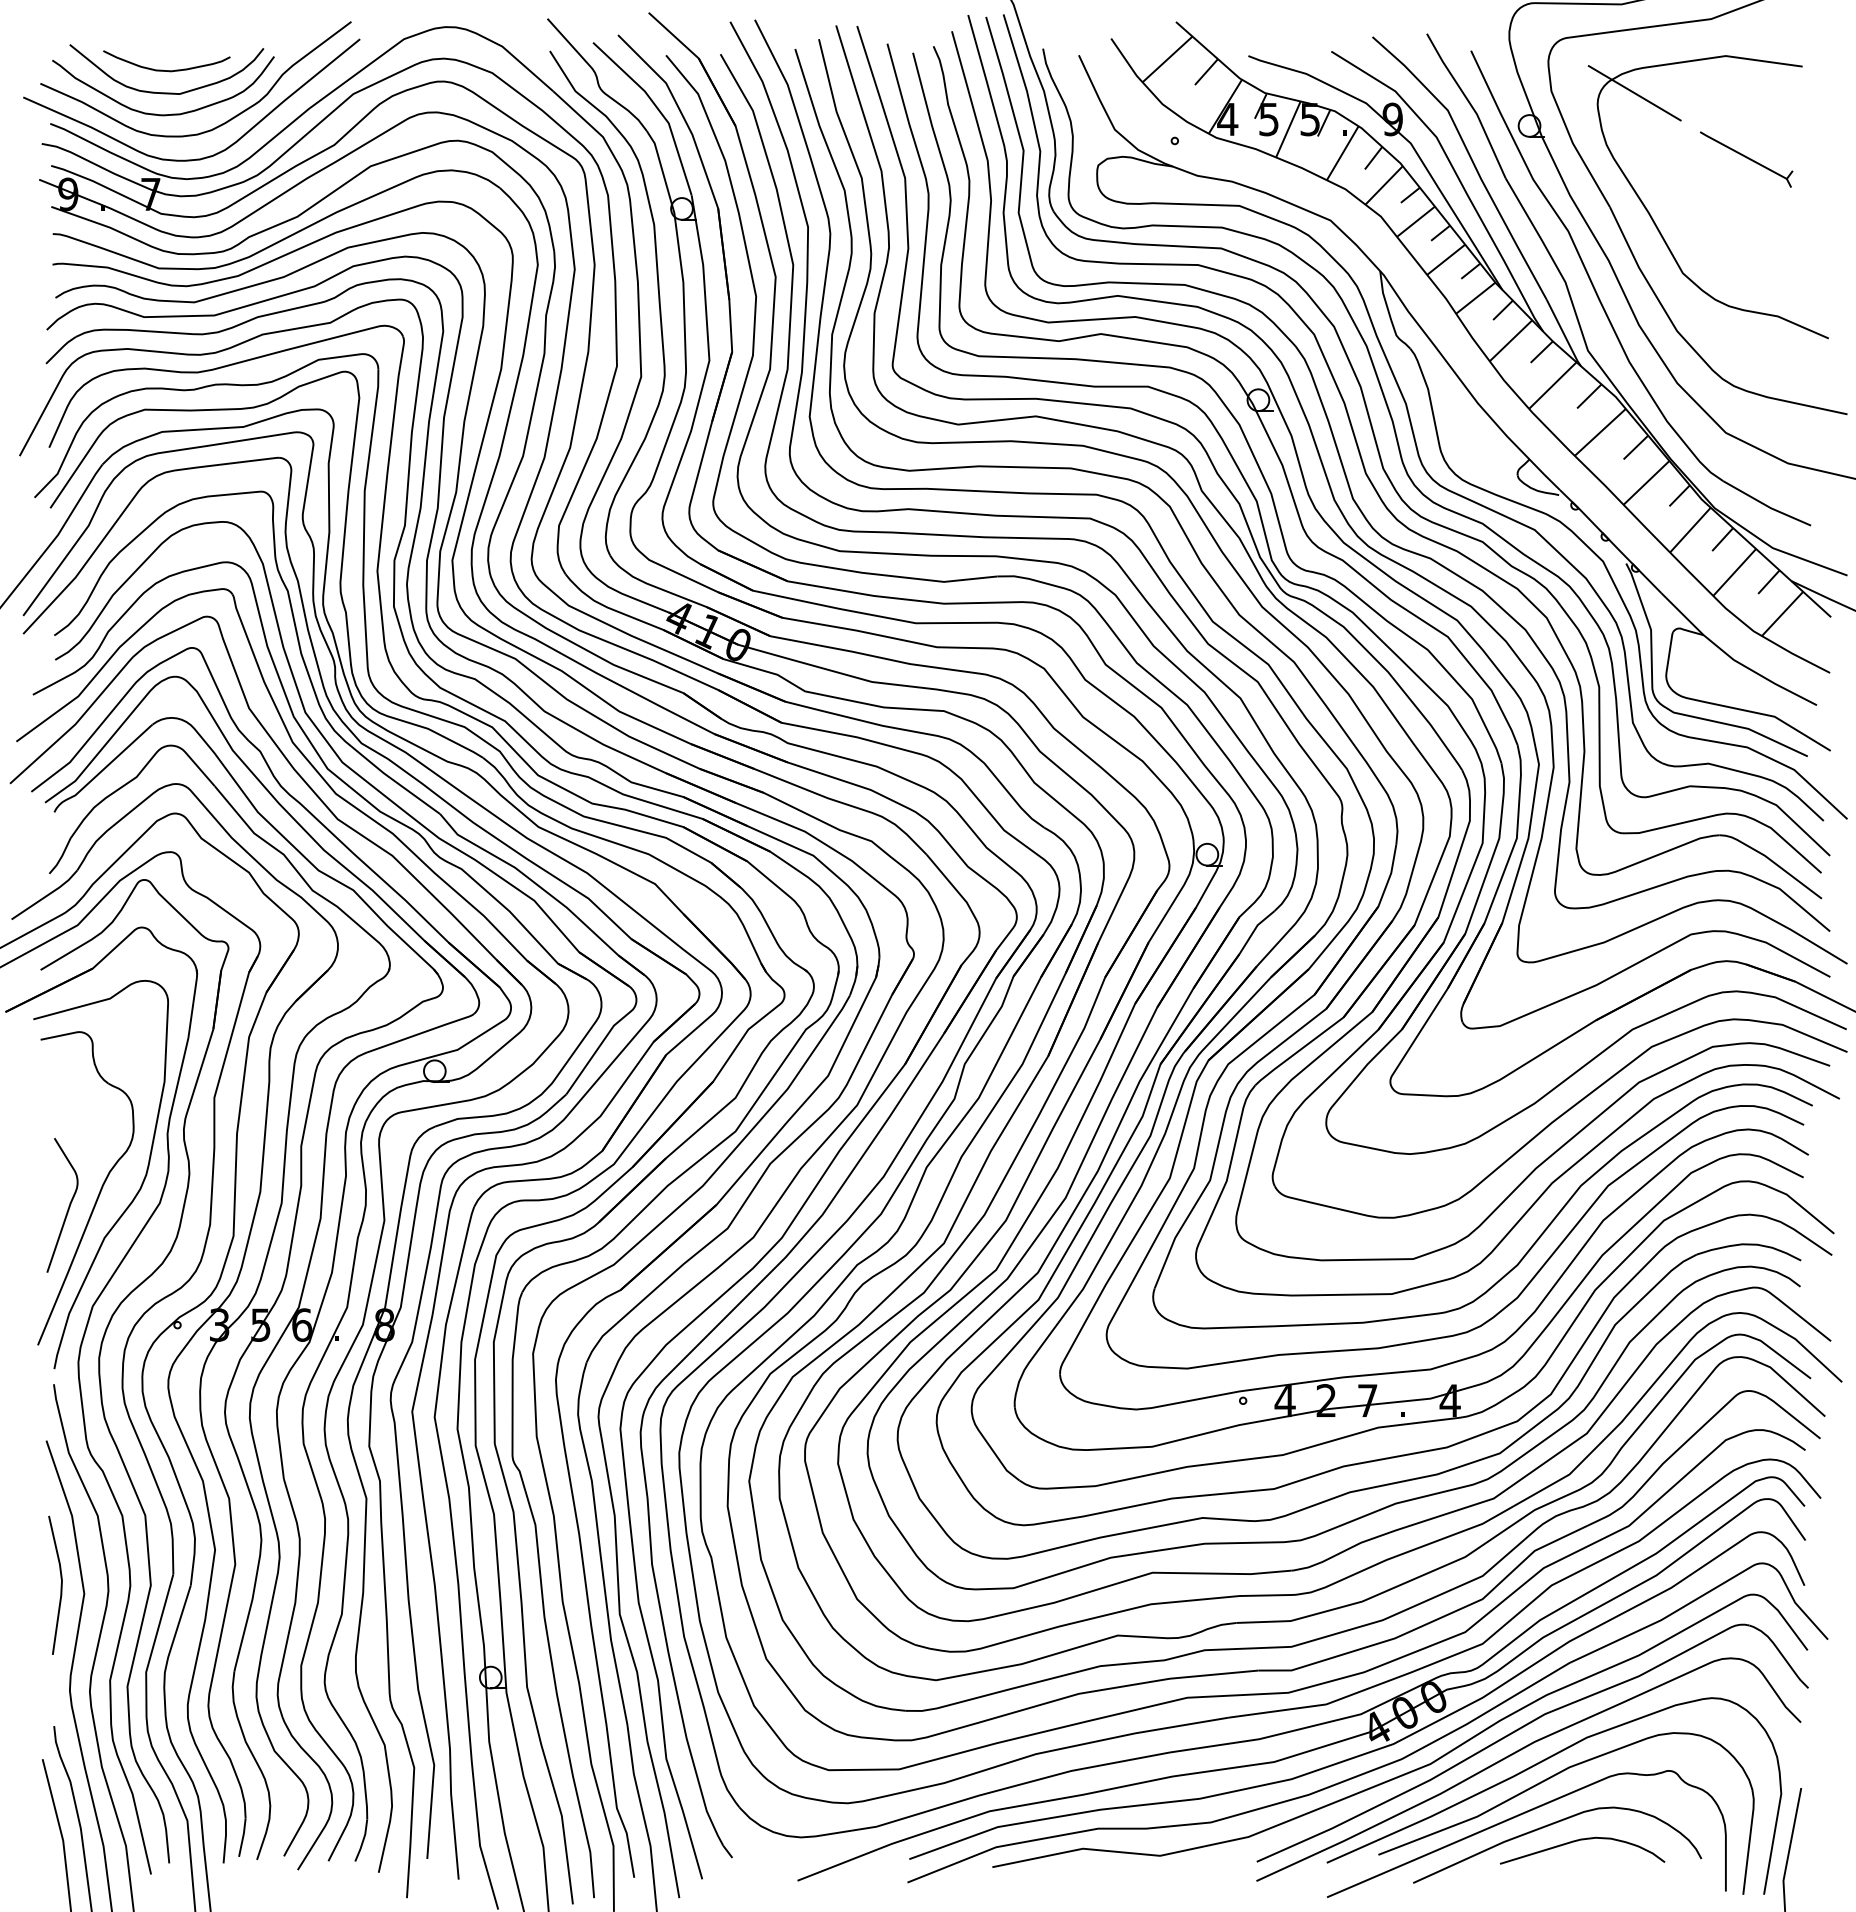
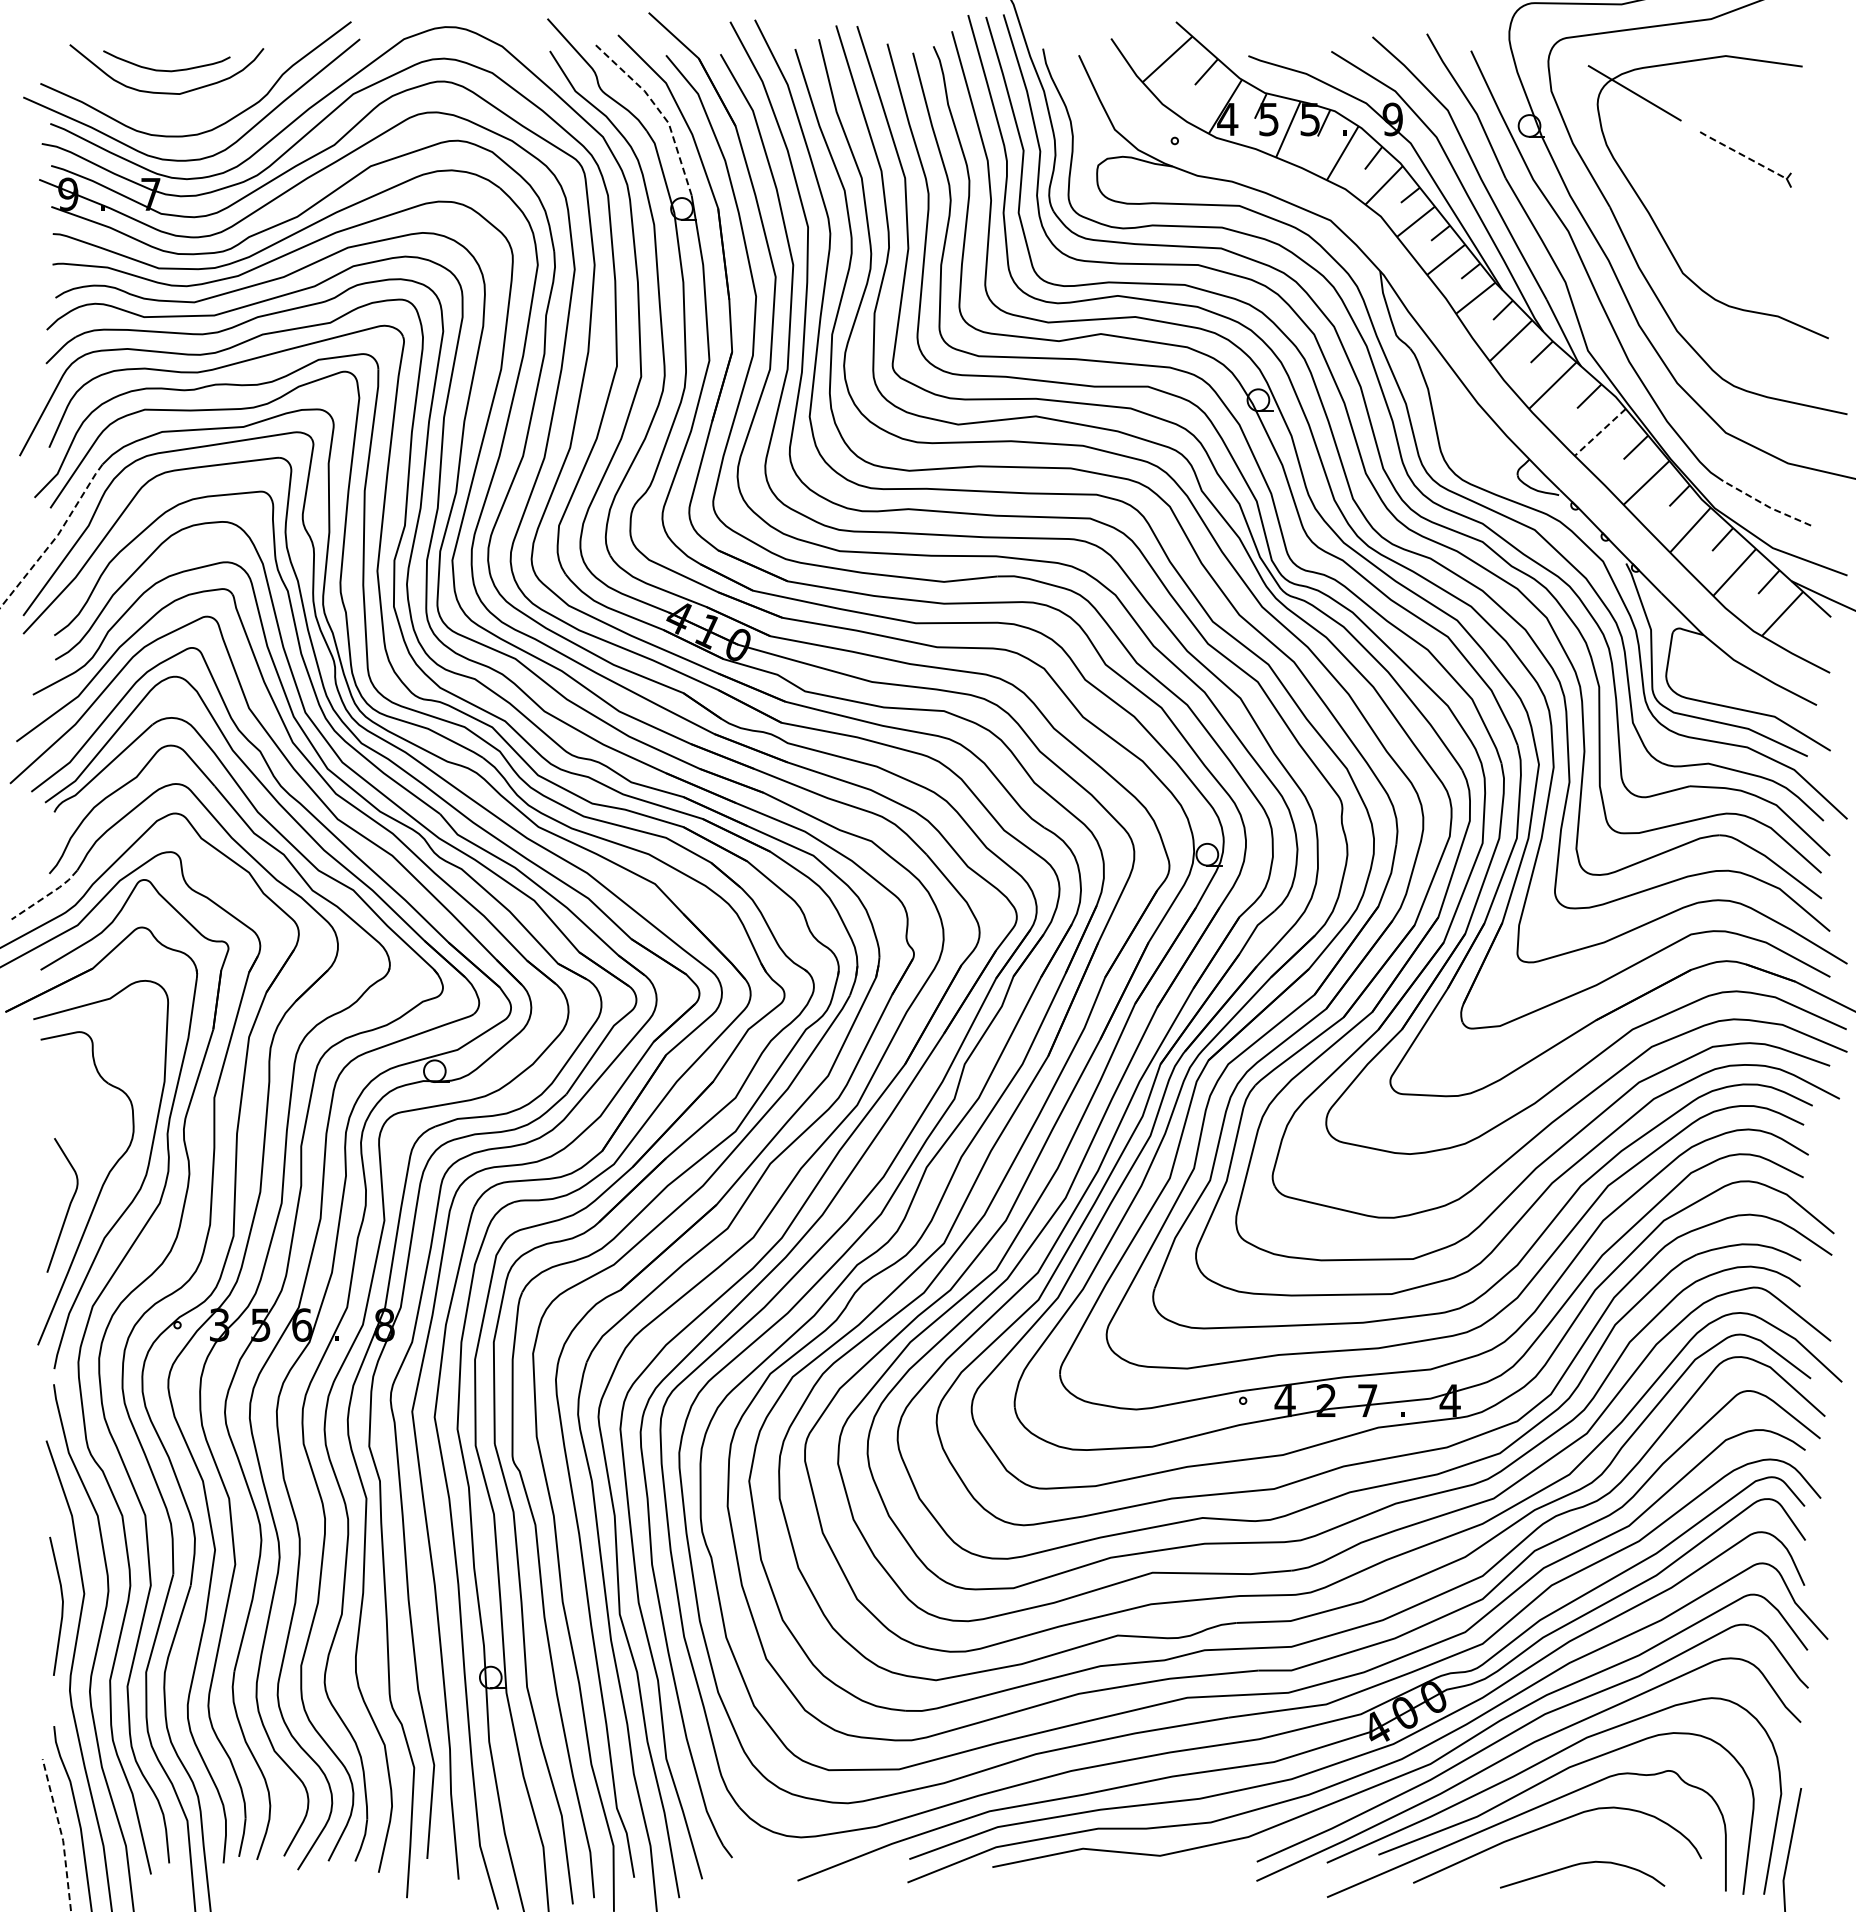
line at (658, 109): solid -> dashed
curve at (163, 114): present -> none
line at (1748, 158): solid -> dashed
line at (1600, 432): solid -> dashed
line at (1766, 505): solid -> dashed
line at (55, 538): solid -> dashed
line at (46, 896): solid -> dashed
line at (60, 1584) position: (60, 1584) -> (61, 1605)
line at (61, 1834): solid -> dashed
curve at (1578, 1841) position: (1578, 1841) -> (1578, 1865)
